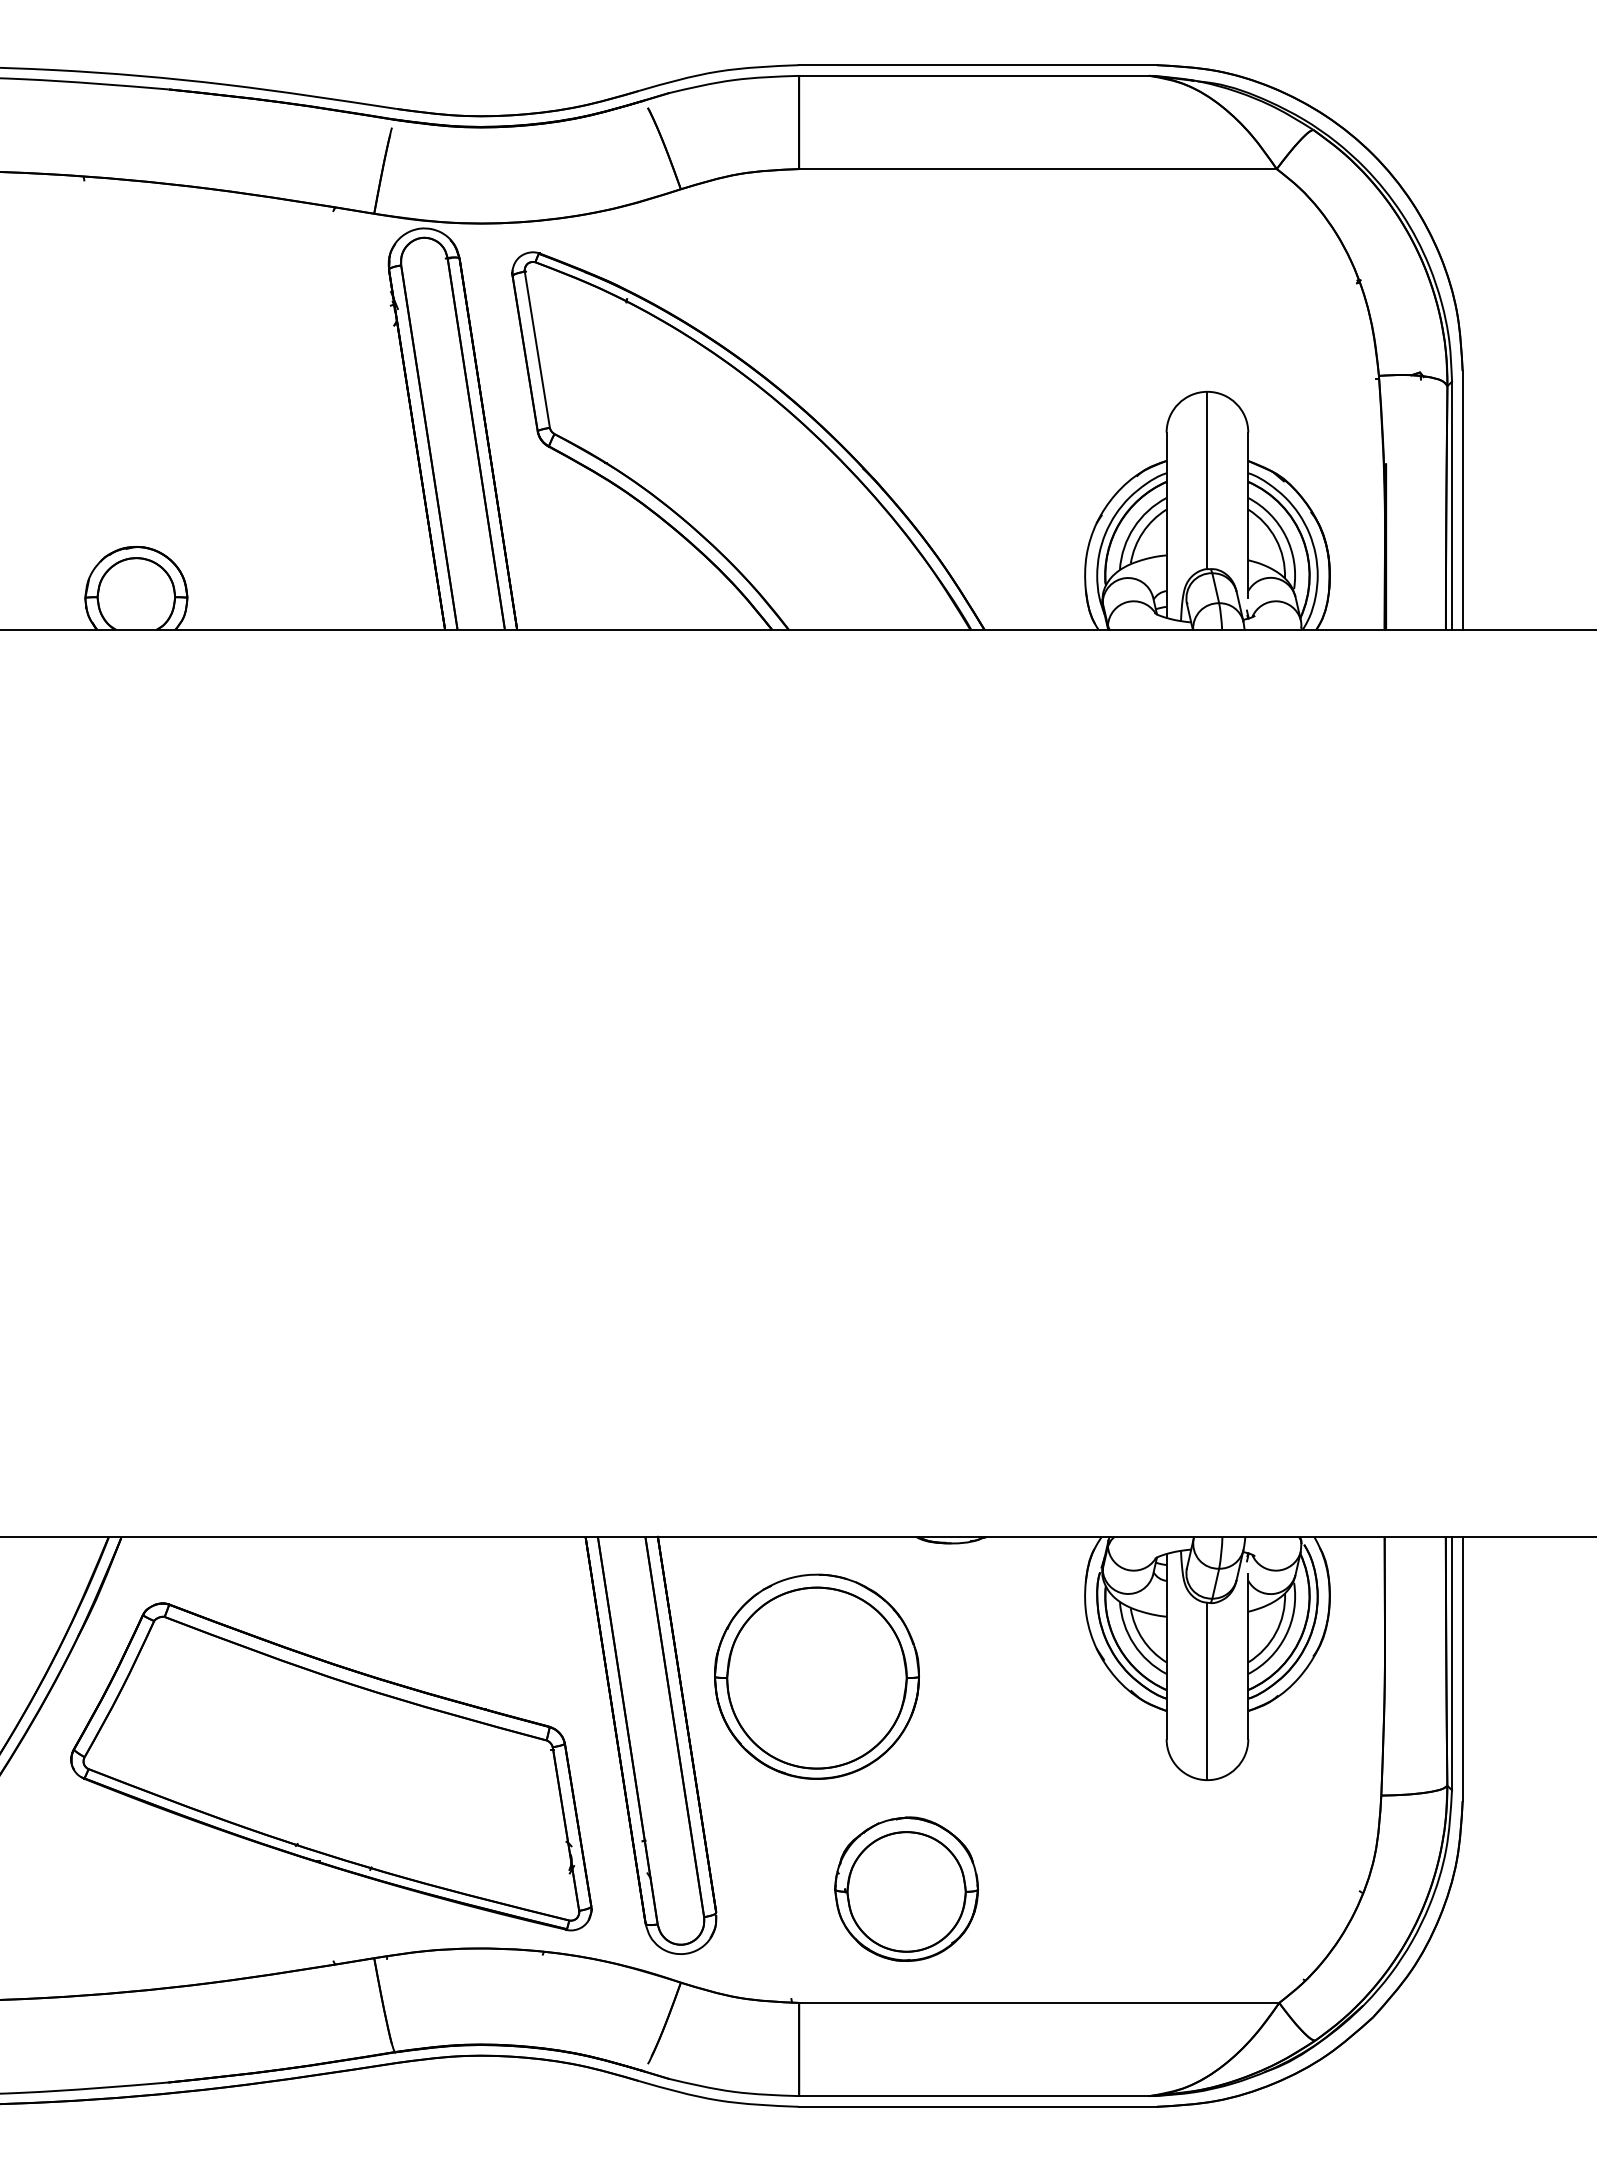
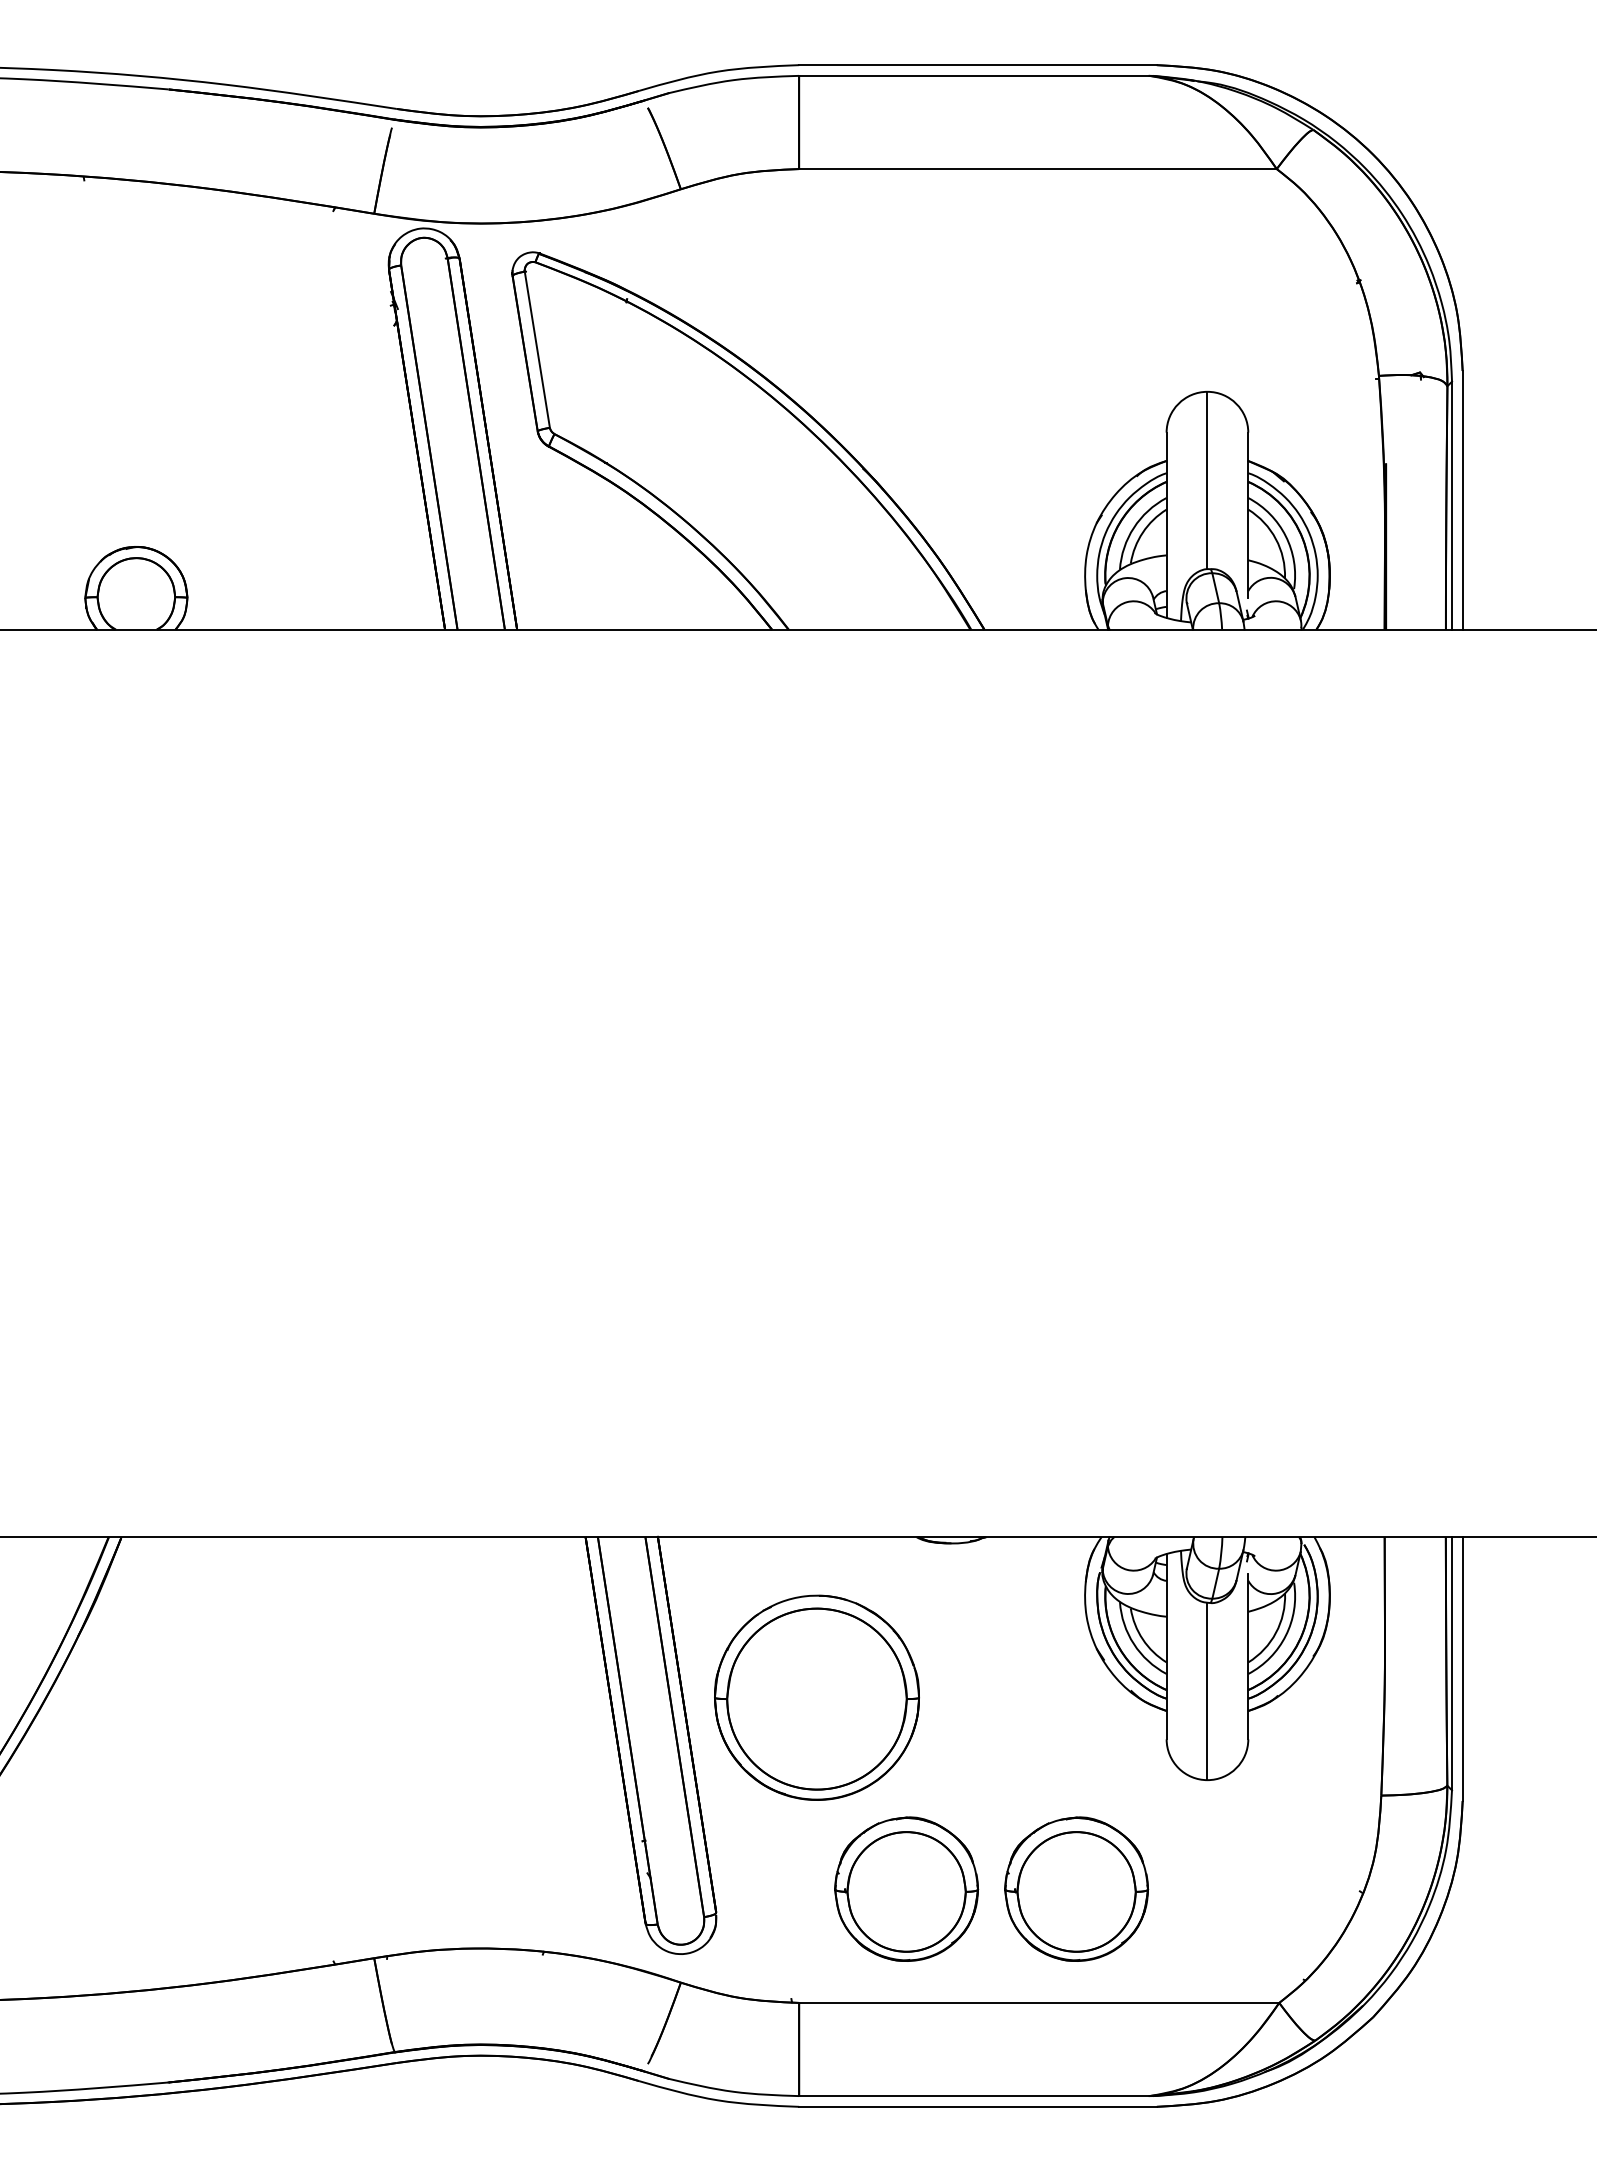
part at (816, 1676) position: (816, 1676) -> (816, 1697)
part at (331, 1766): present -> none
part at (1076, 1888): none -> present
